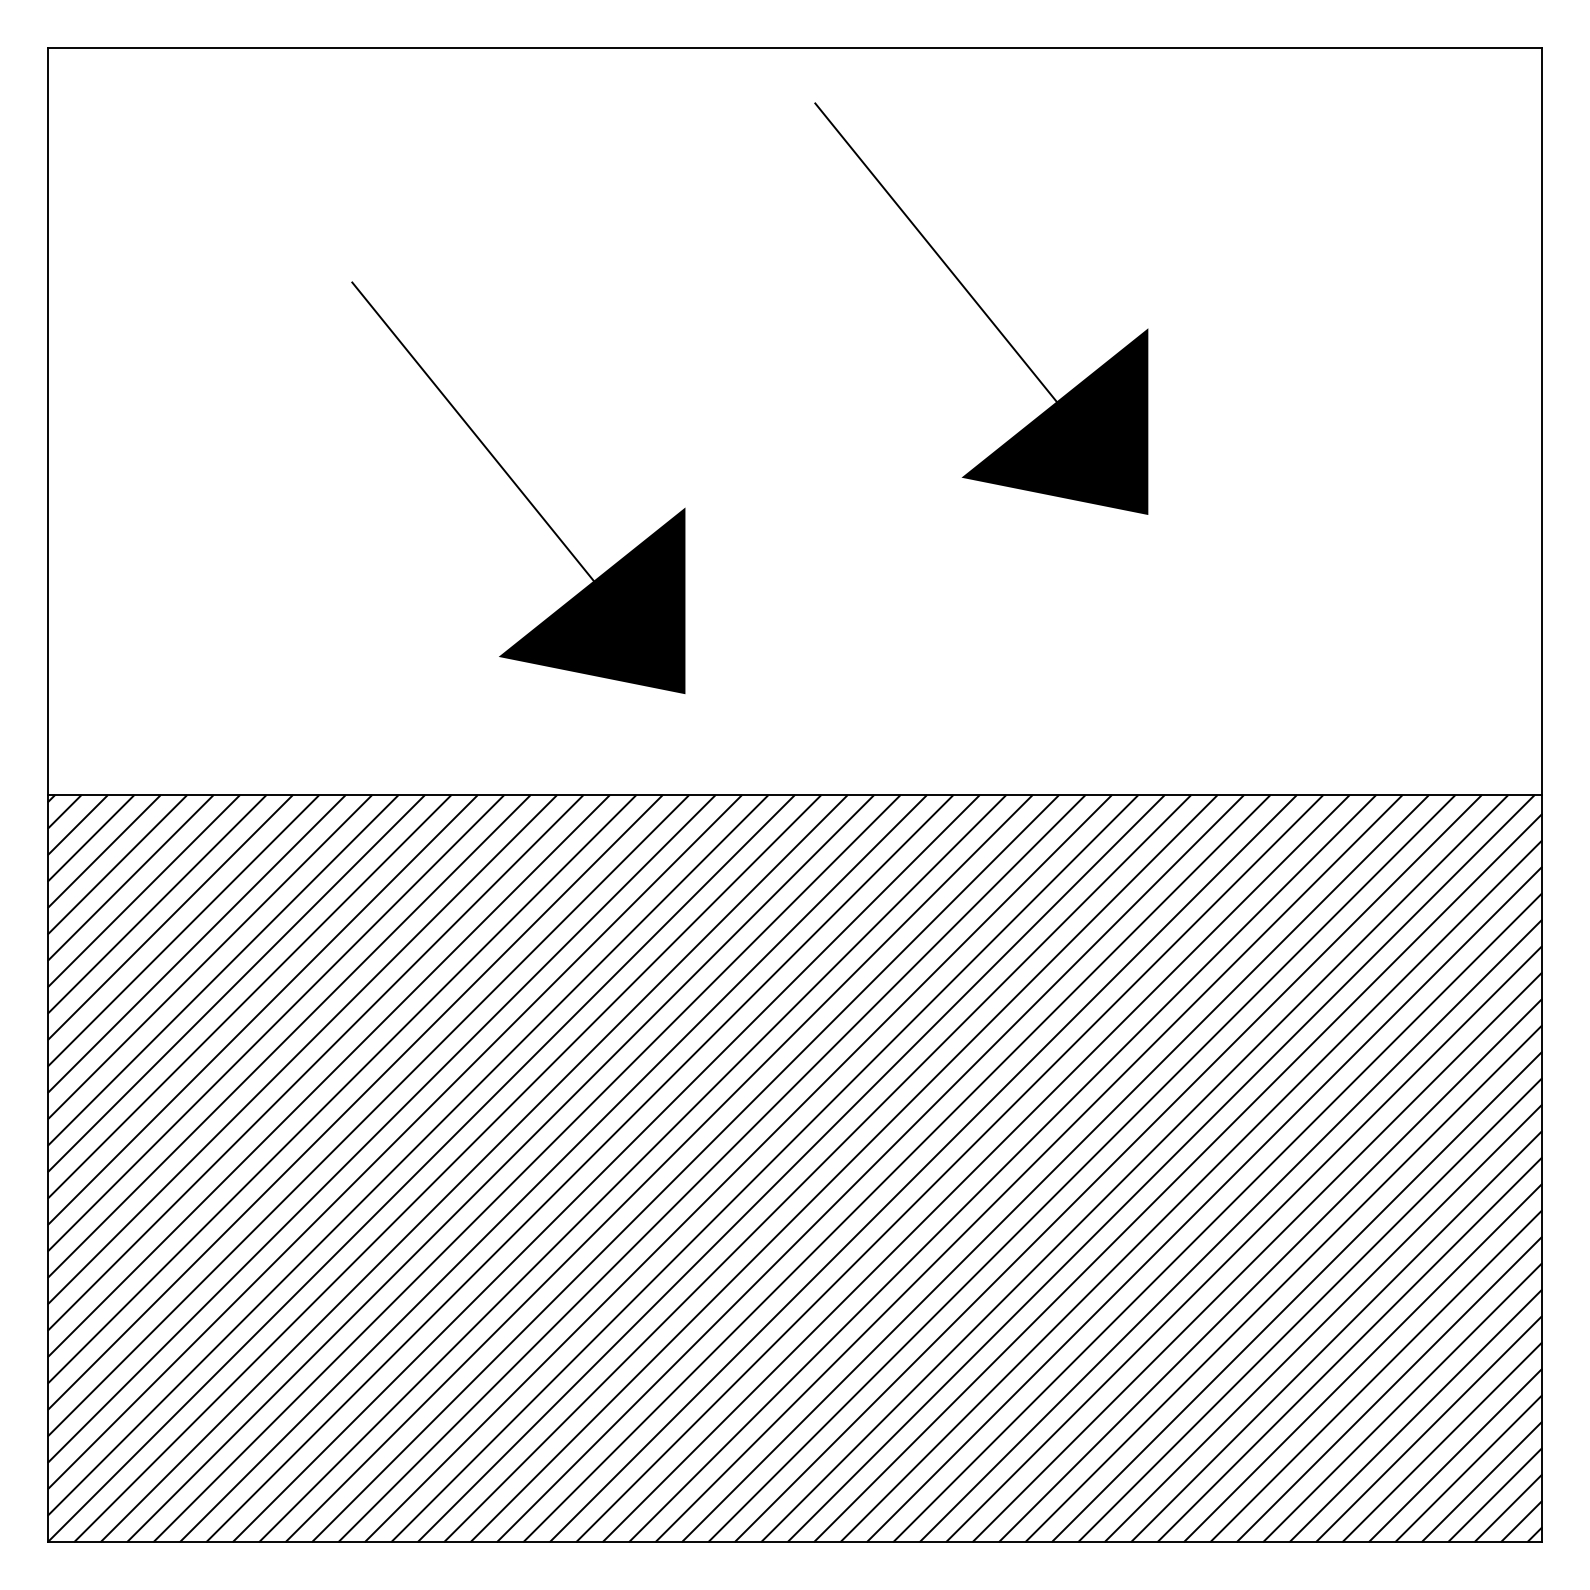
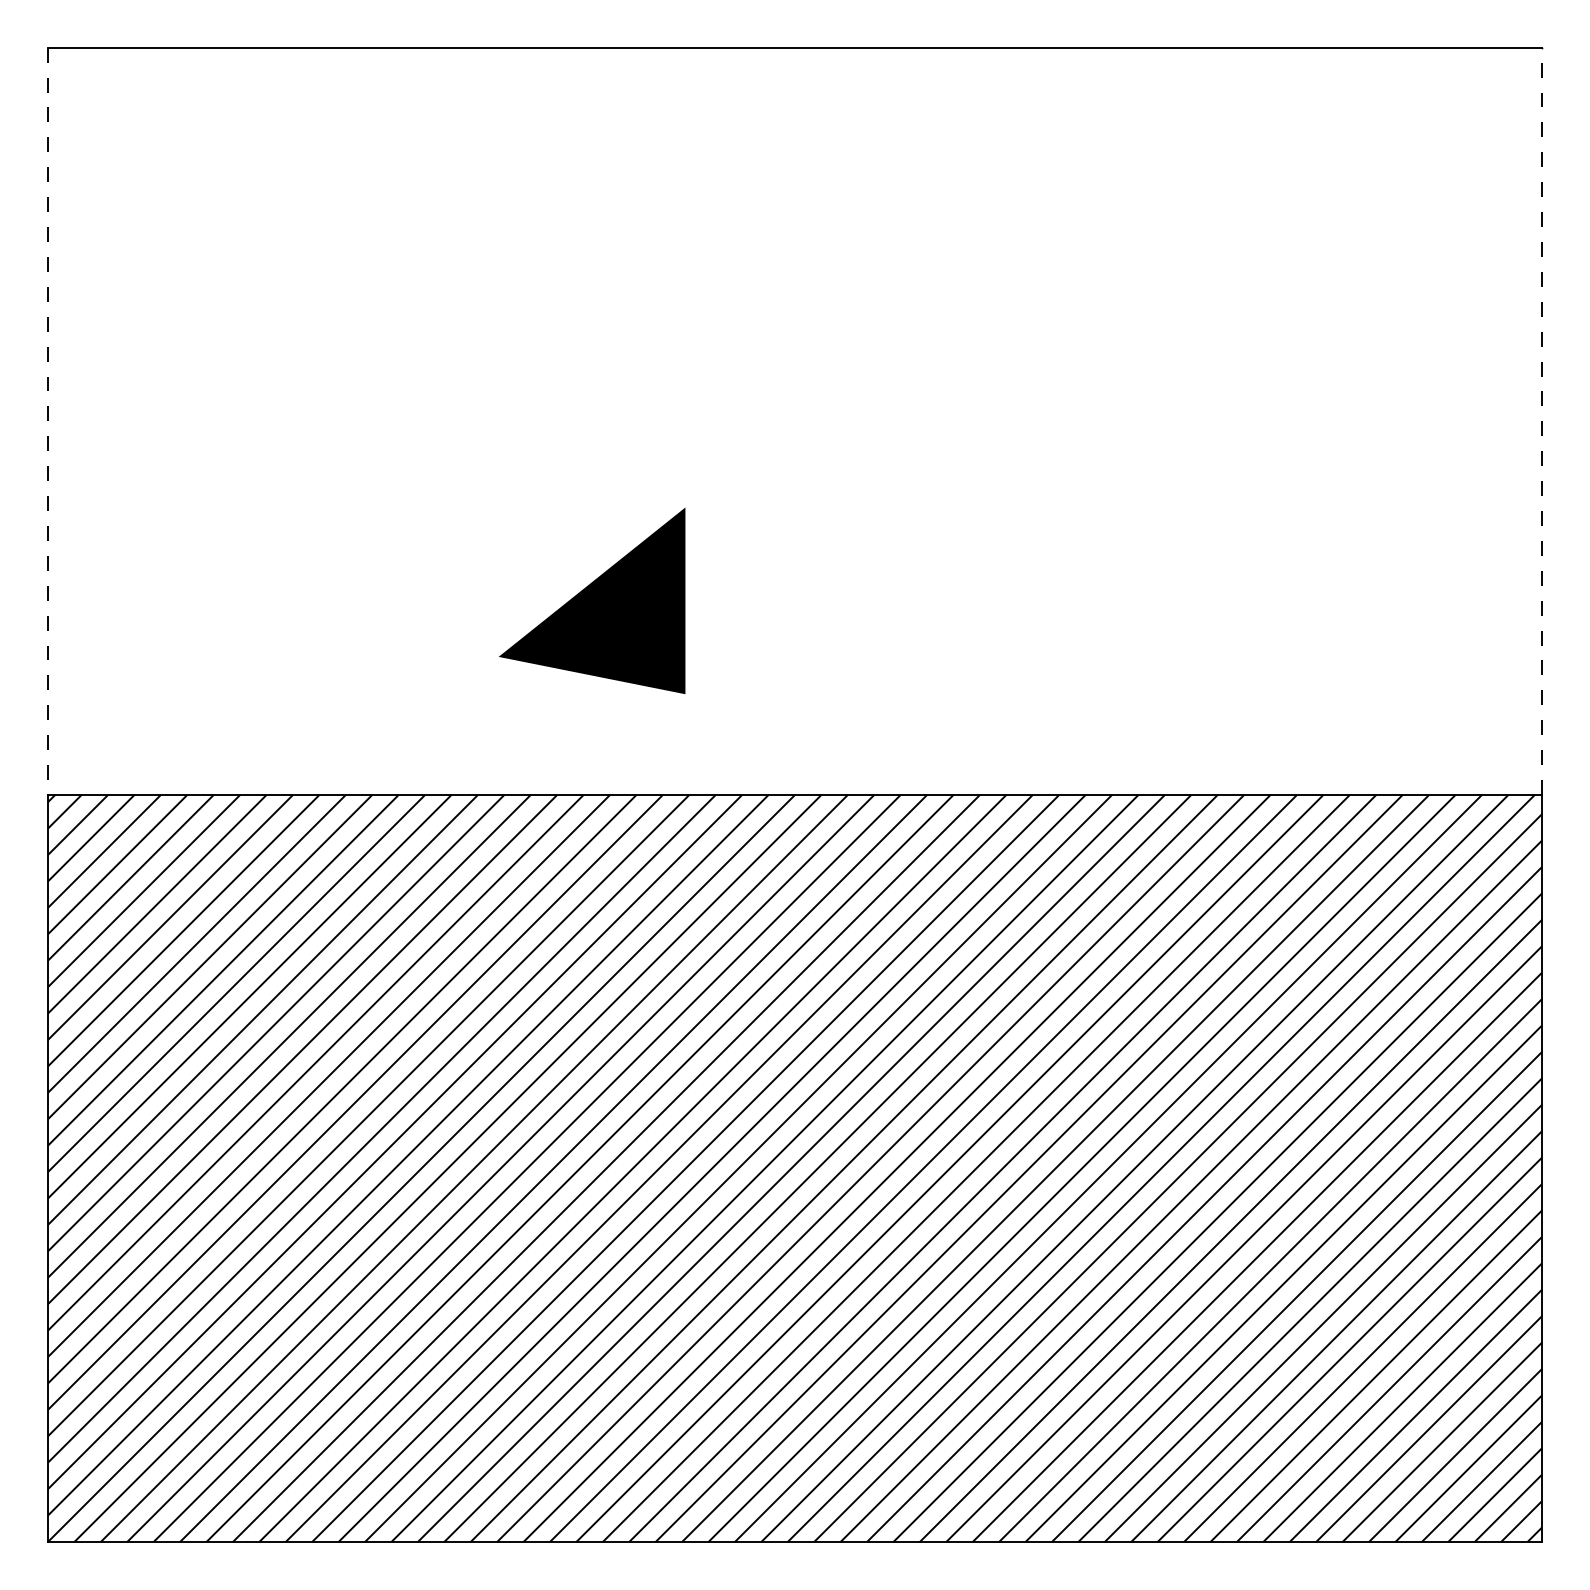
part at (981, 308): present -> none
line at (47, 421): solid -> dashed
line at (1542, 421): solid -> dashed
line at (472, 431): present -> none
